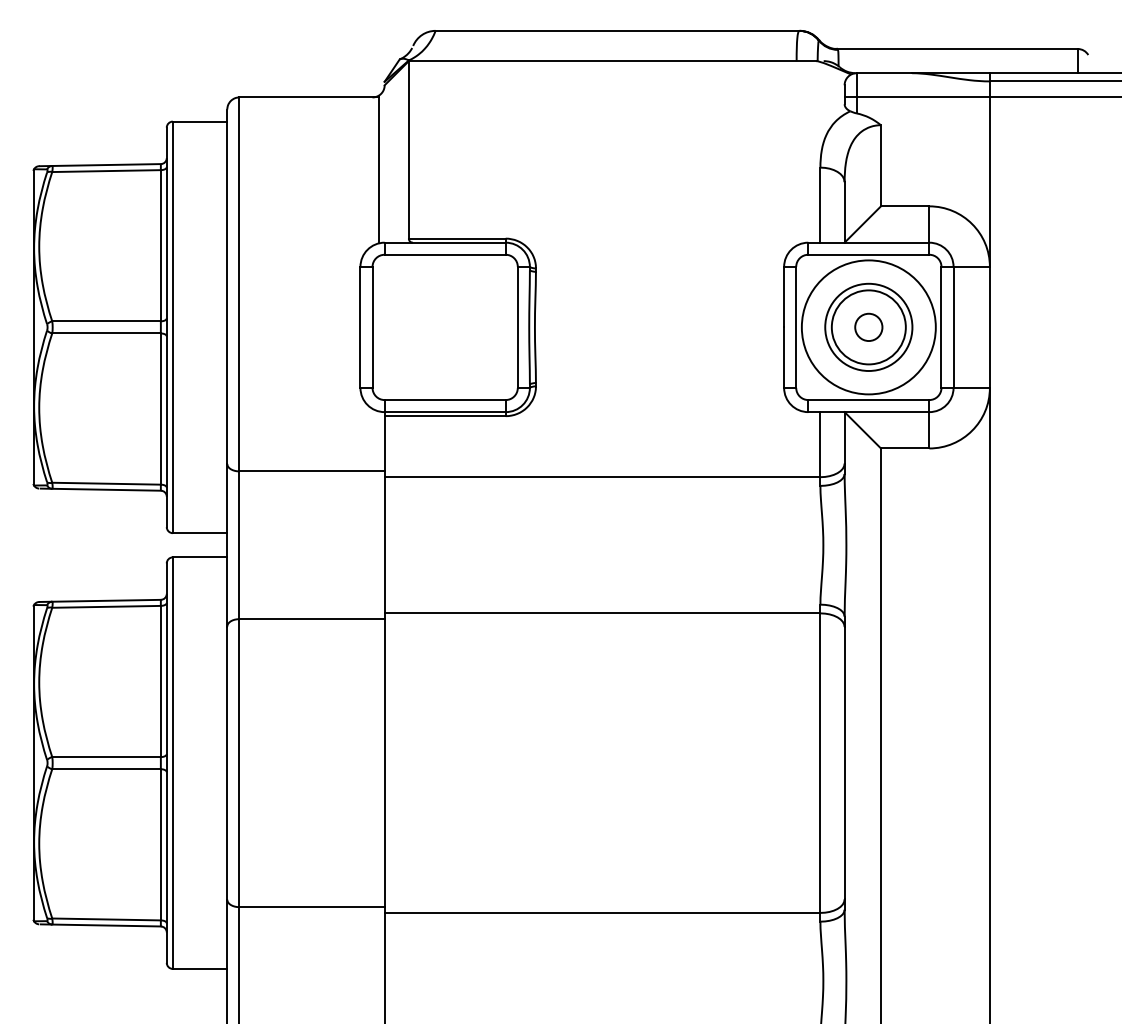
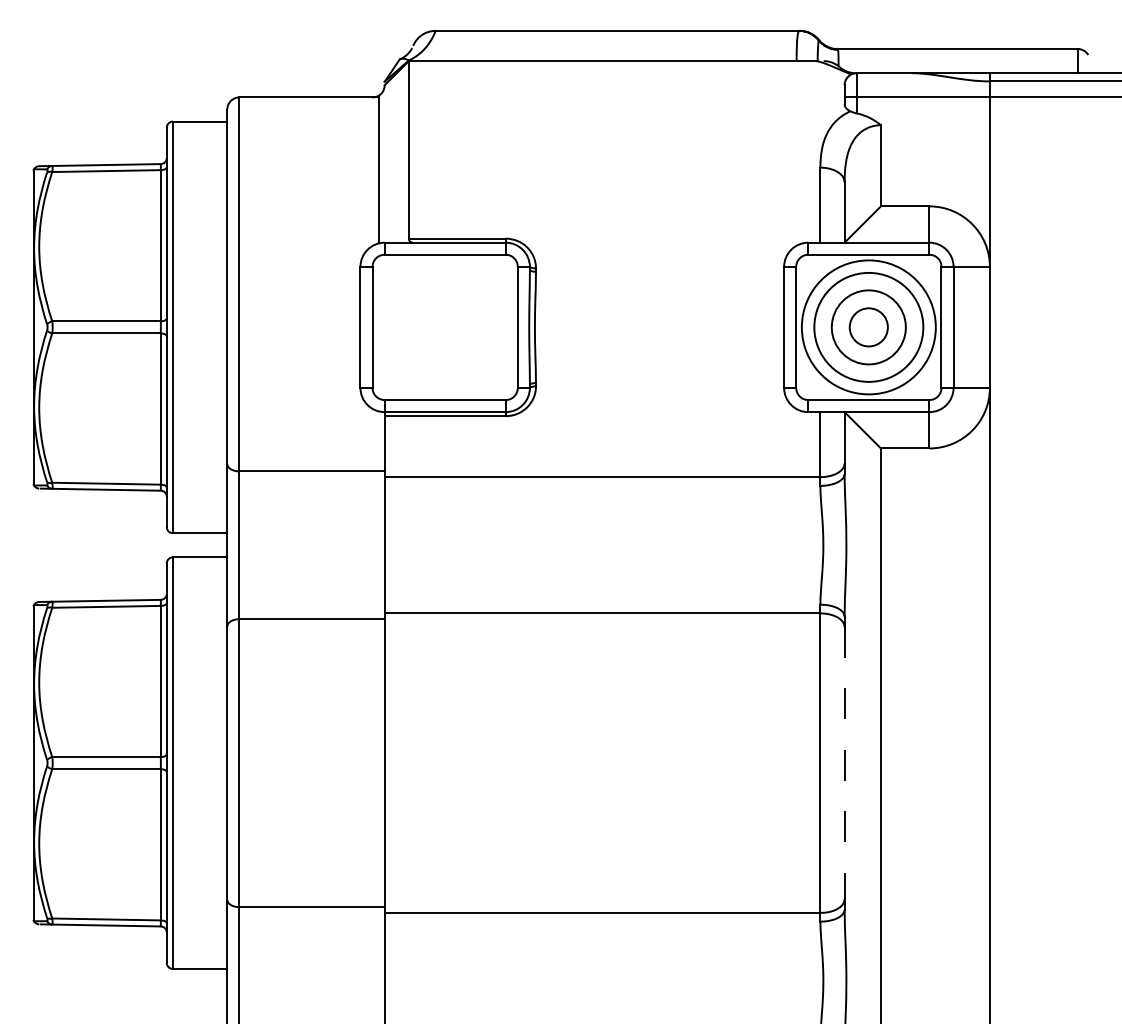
circle at (868, 327) diameter: 27 px -> 38 px
circle at (868, 327) diameter: 87 px -> 109 px
line at (844, 763): solid -> dashed
